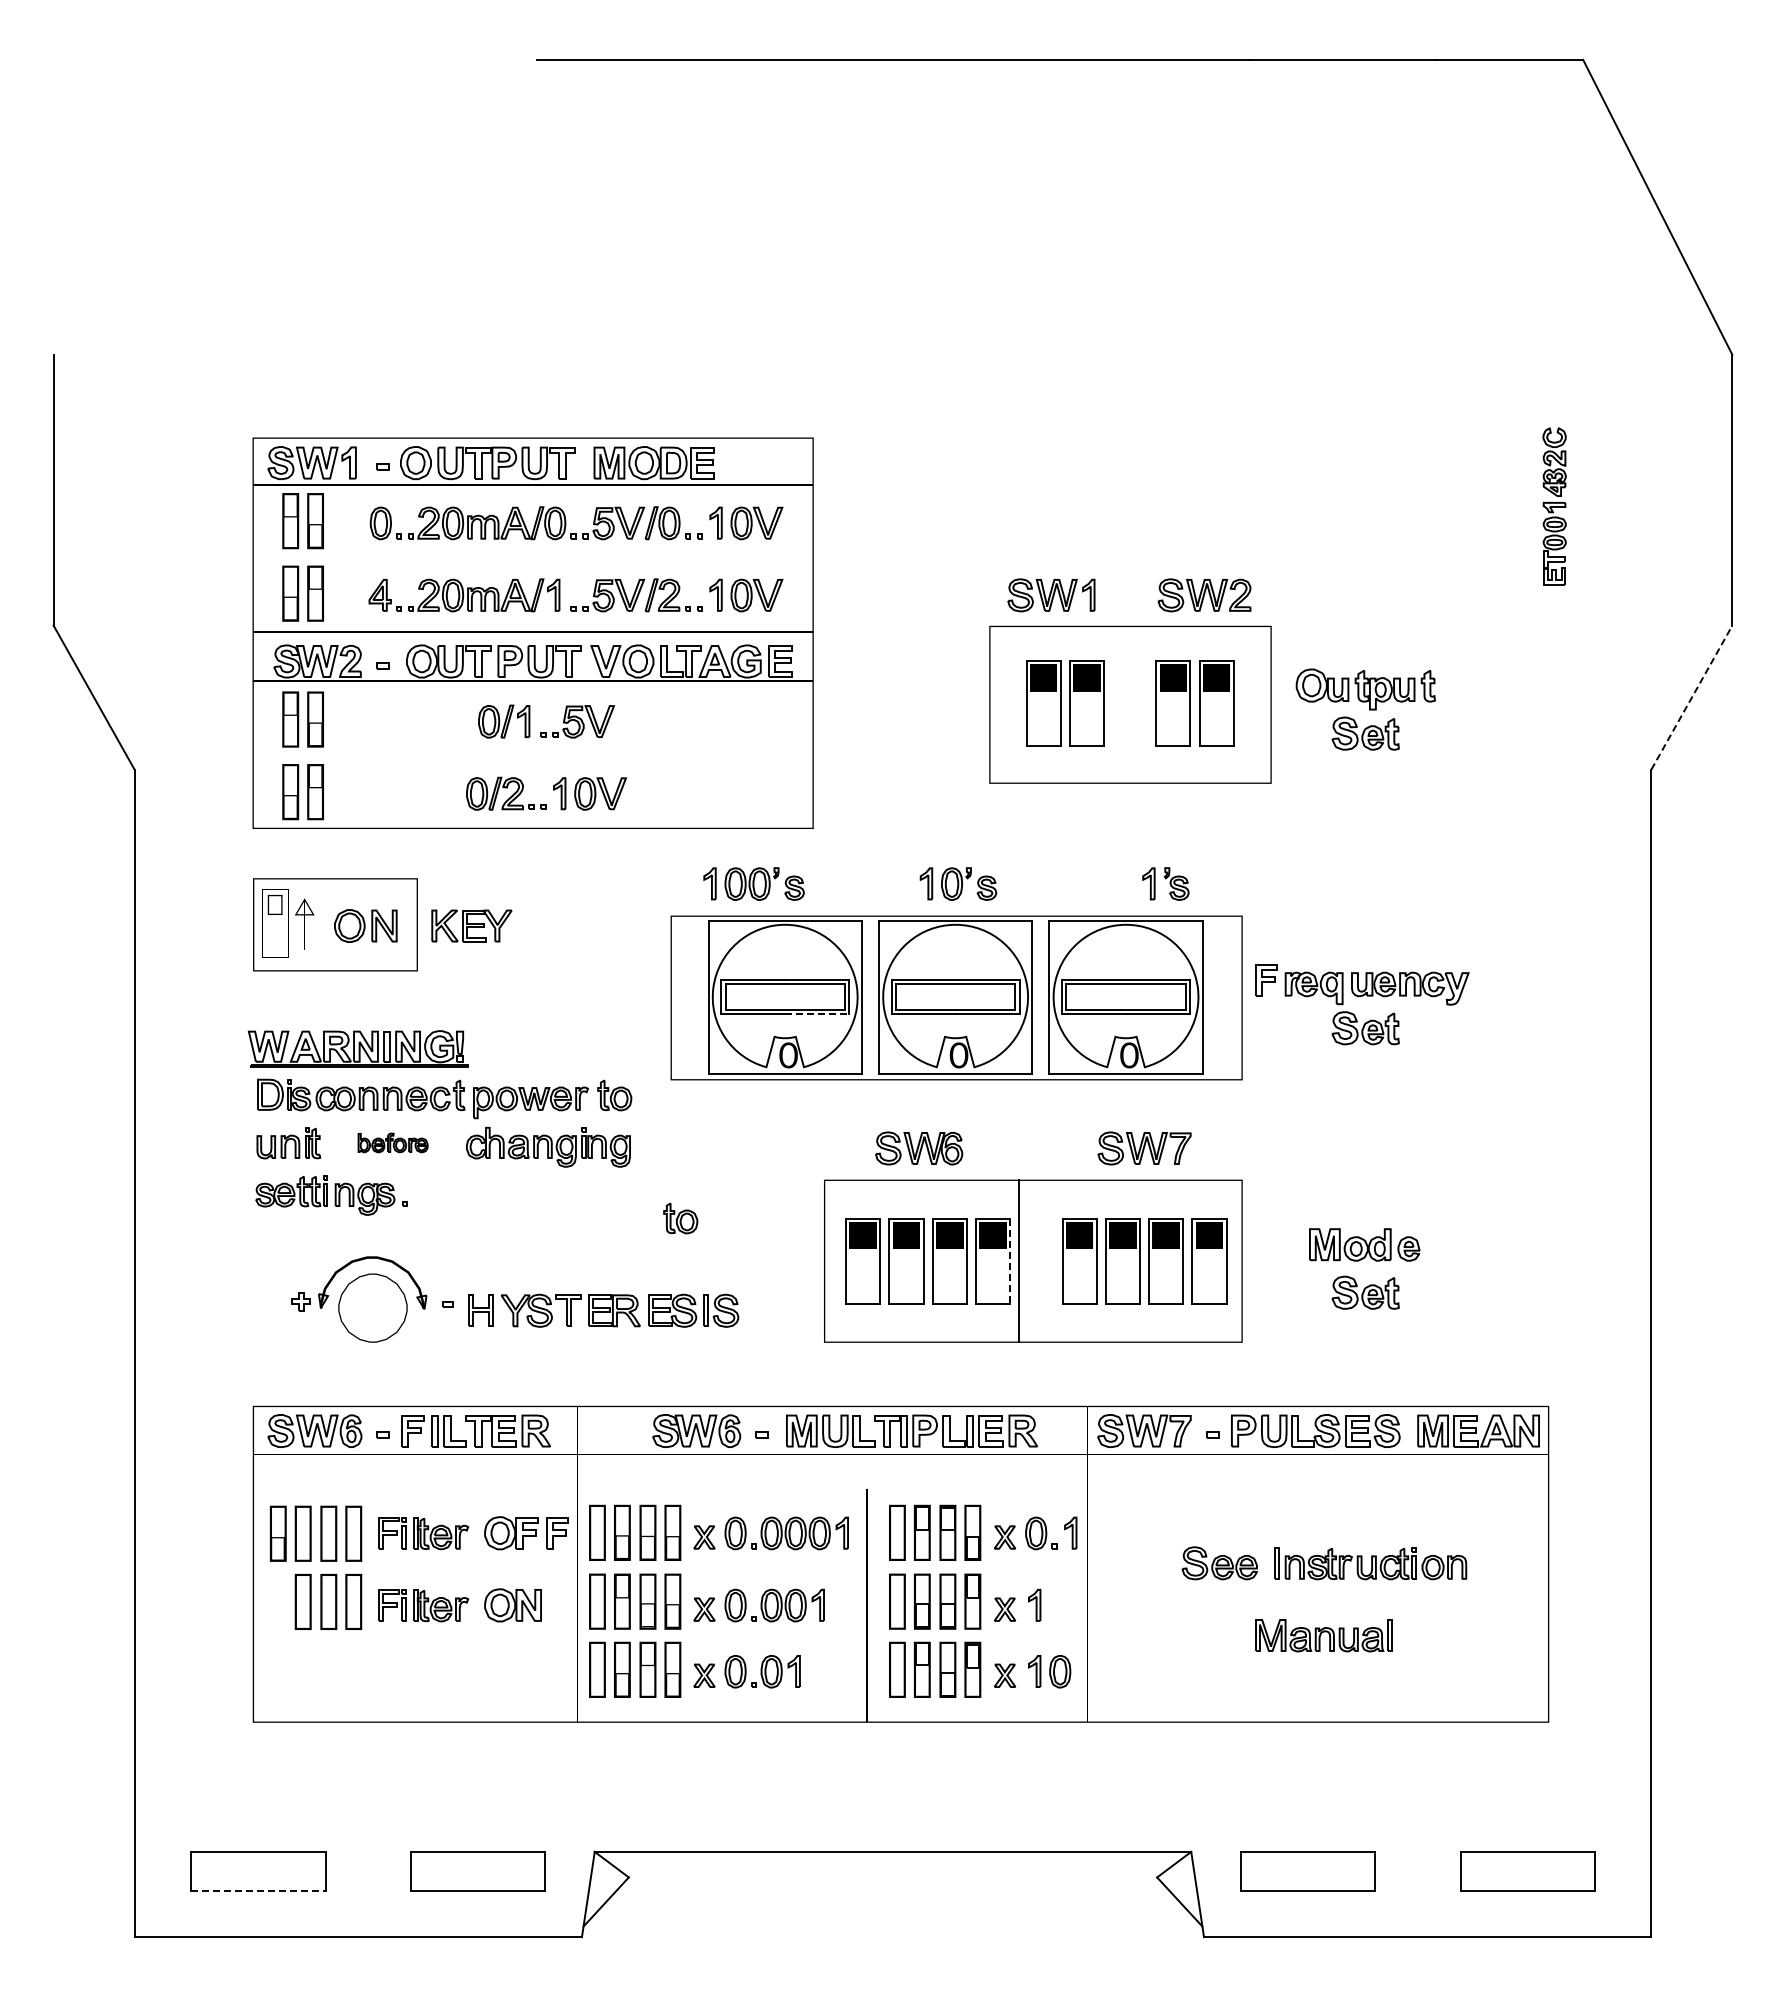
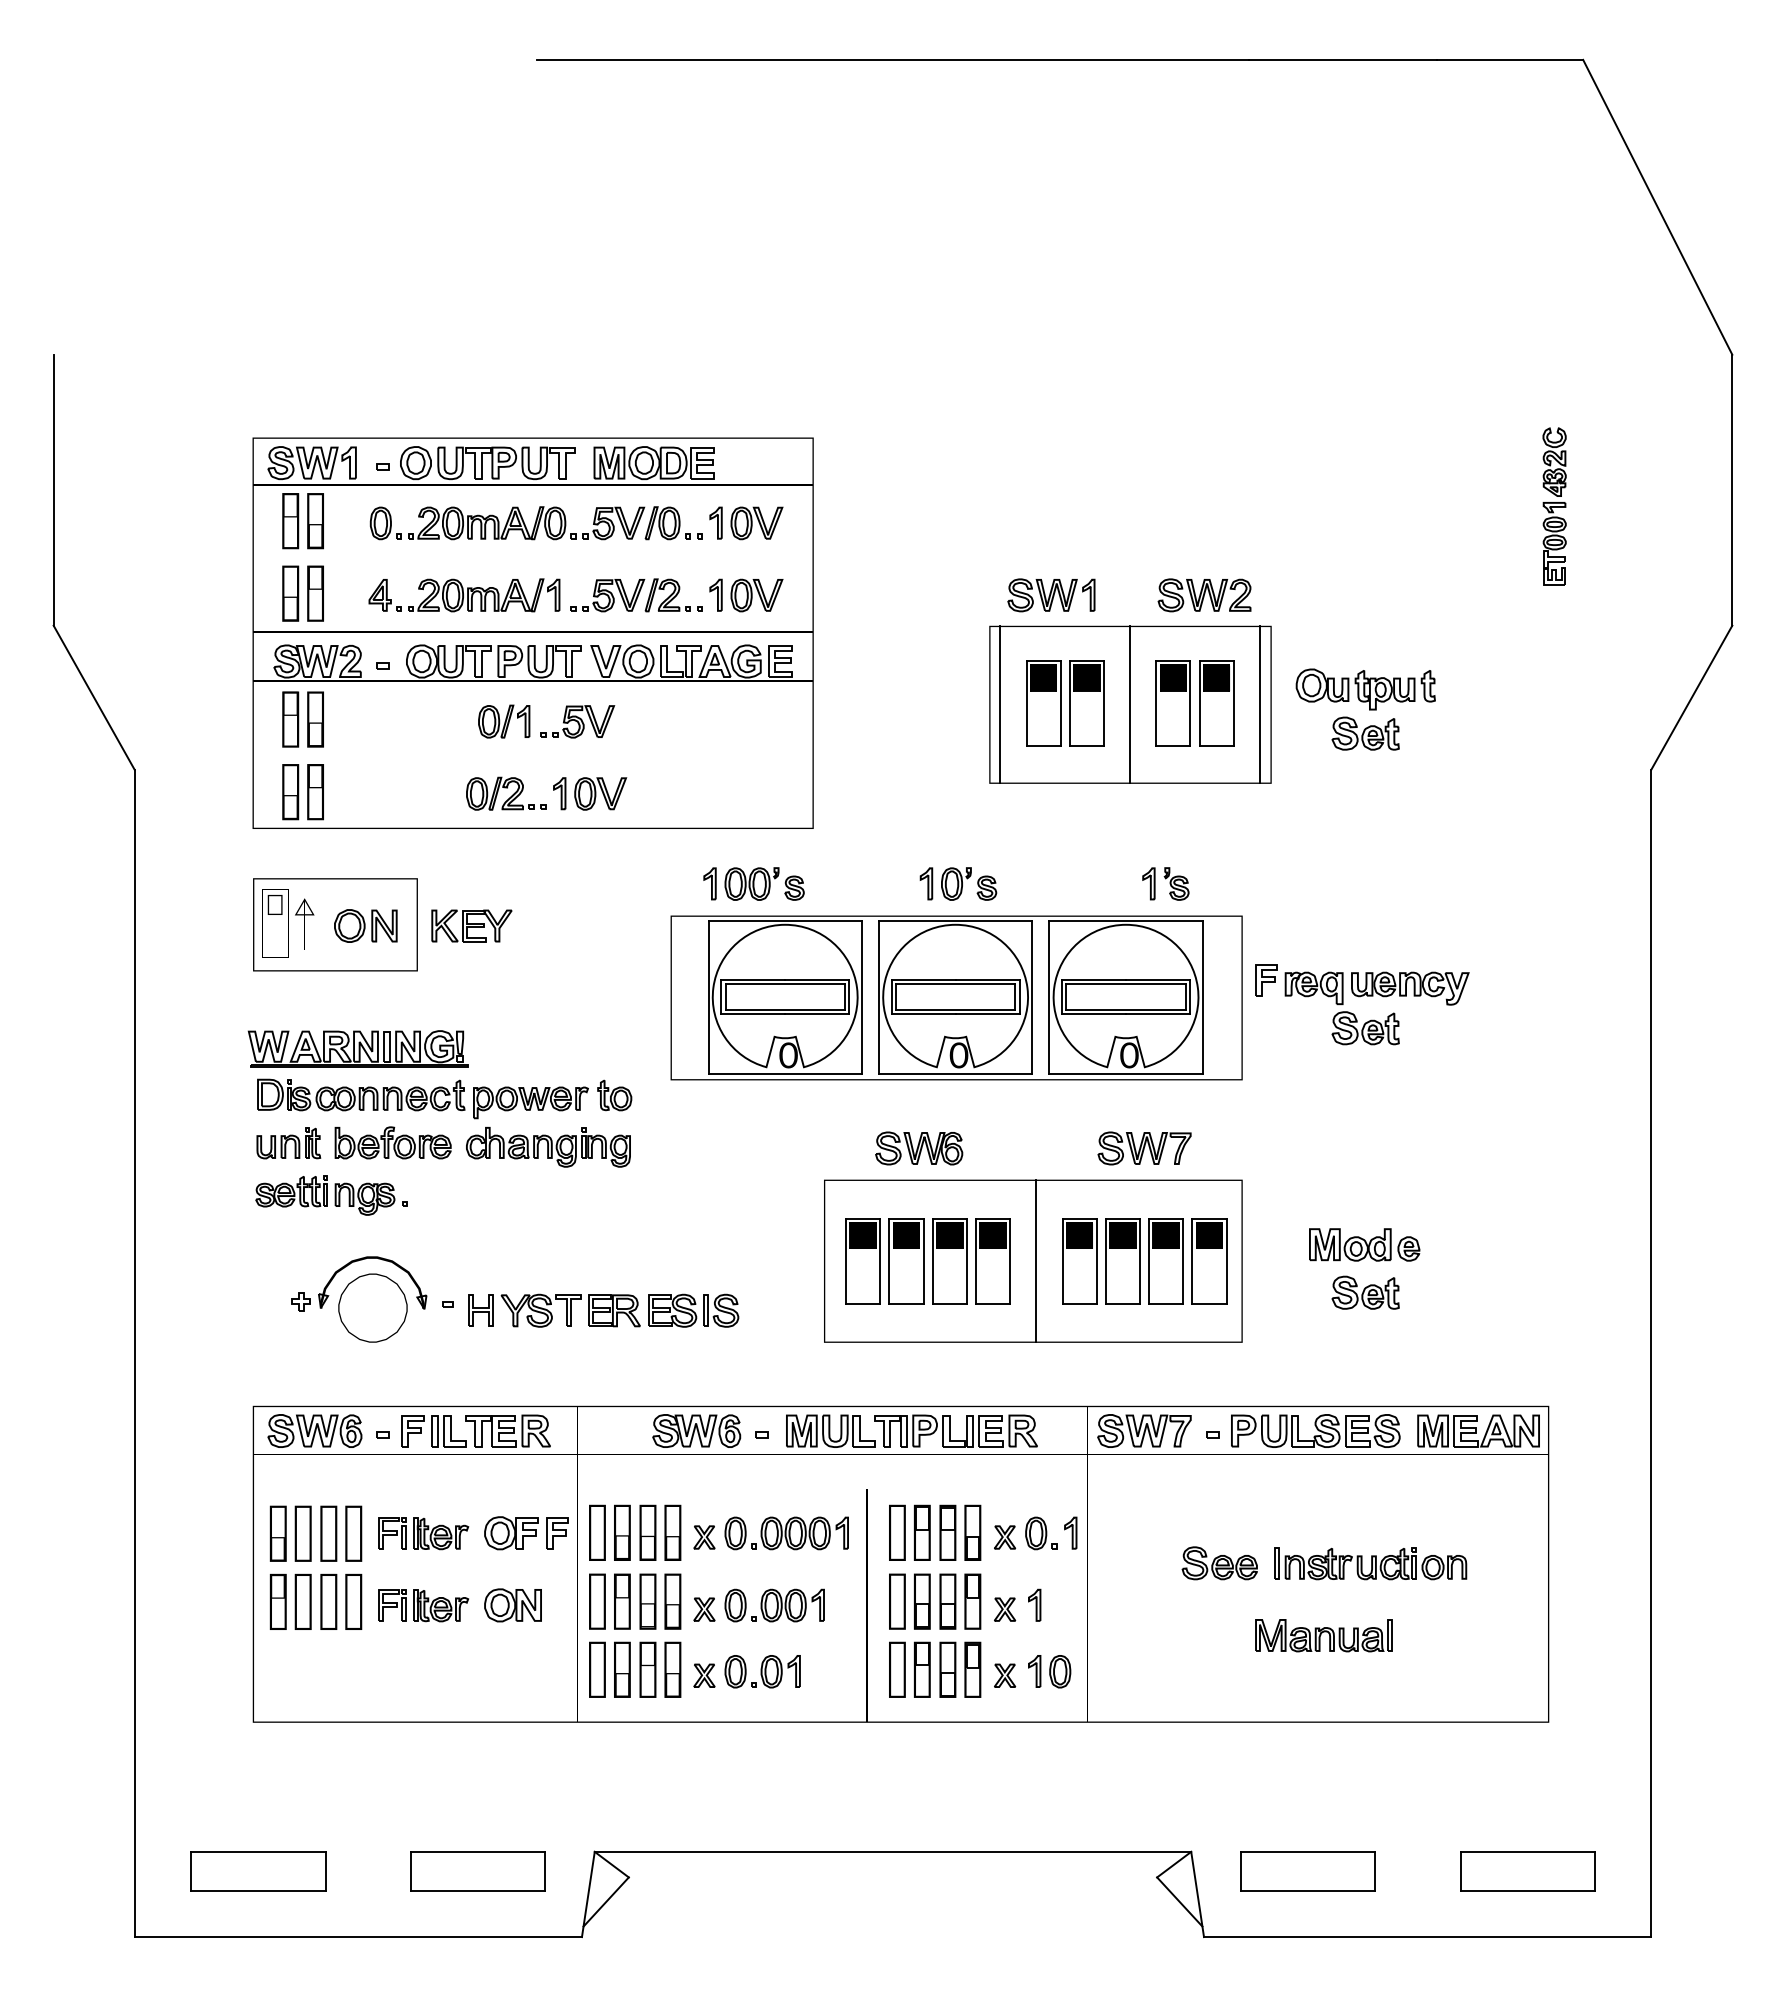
line at (1691, 697): dashed -> solid
line at (1000, 704): none -> present
line at (1130, 704): none -> present
line at (1259, 704): none -> present
line at (817, 1014): dashed -> solid
part at (392, 1142) size: 72x22 px -> 118x34 px
part at (680, 1218): present -> none
line at (1010, 1261): dashed -> solid
line at (1019, 1261) position: (1019, 1261) -> (1036, 1261)
part at (277, 1601): none -> present
line at (258, 1891): dashed -> solid
